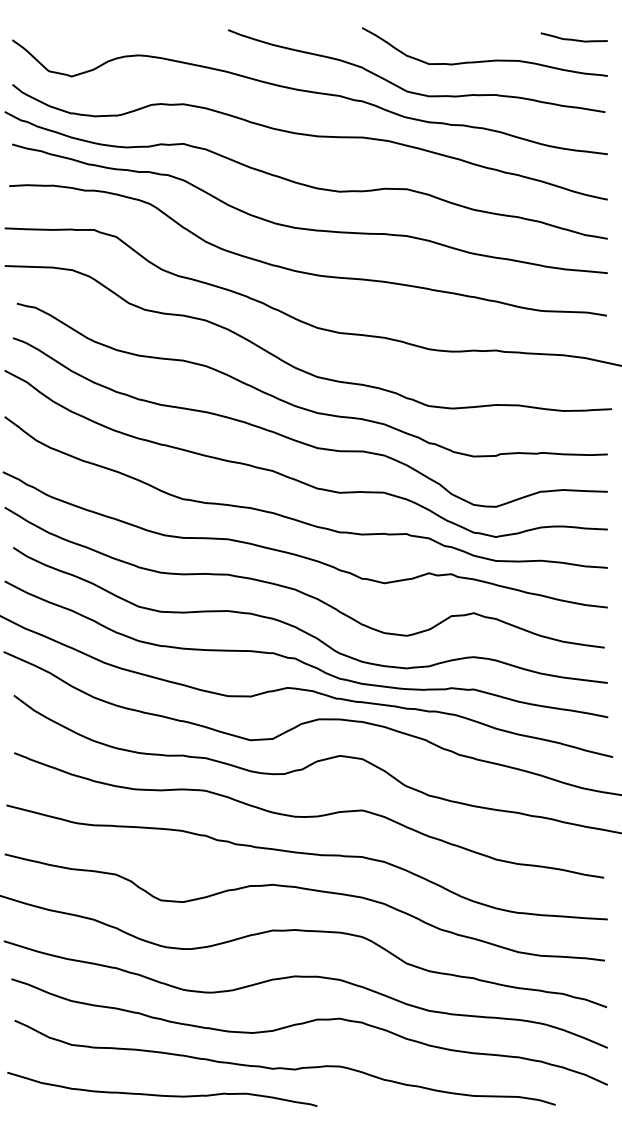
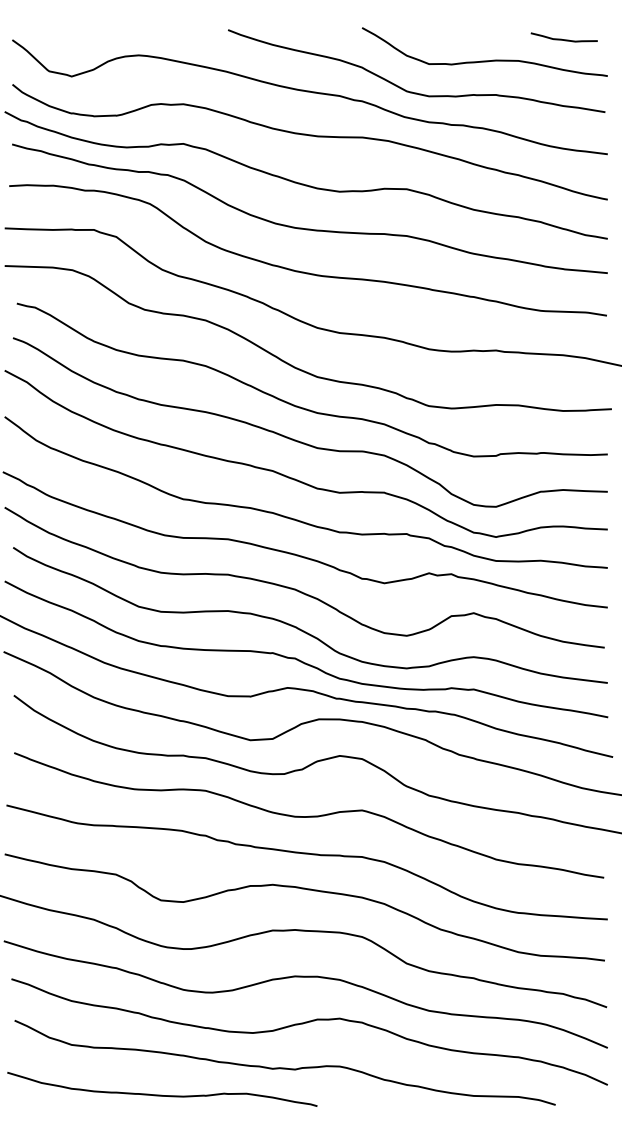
curve at (573, 39) position: (573, 39) -> (563, 39)
